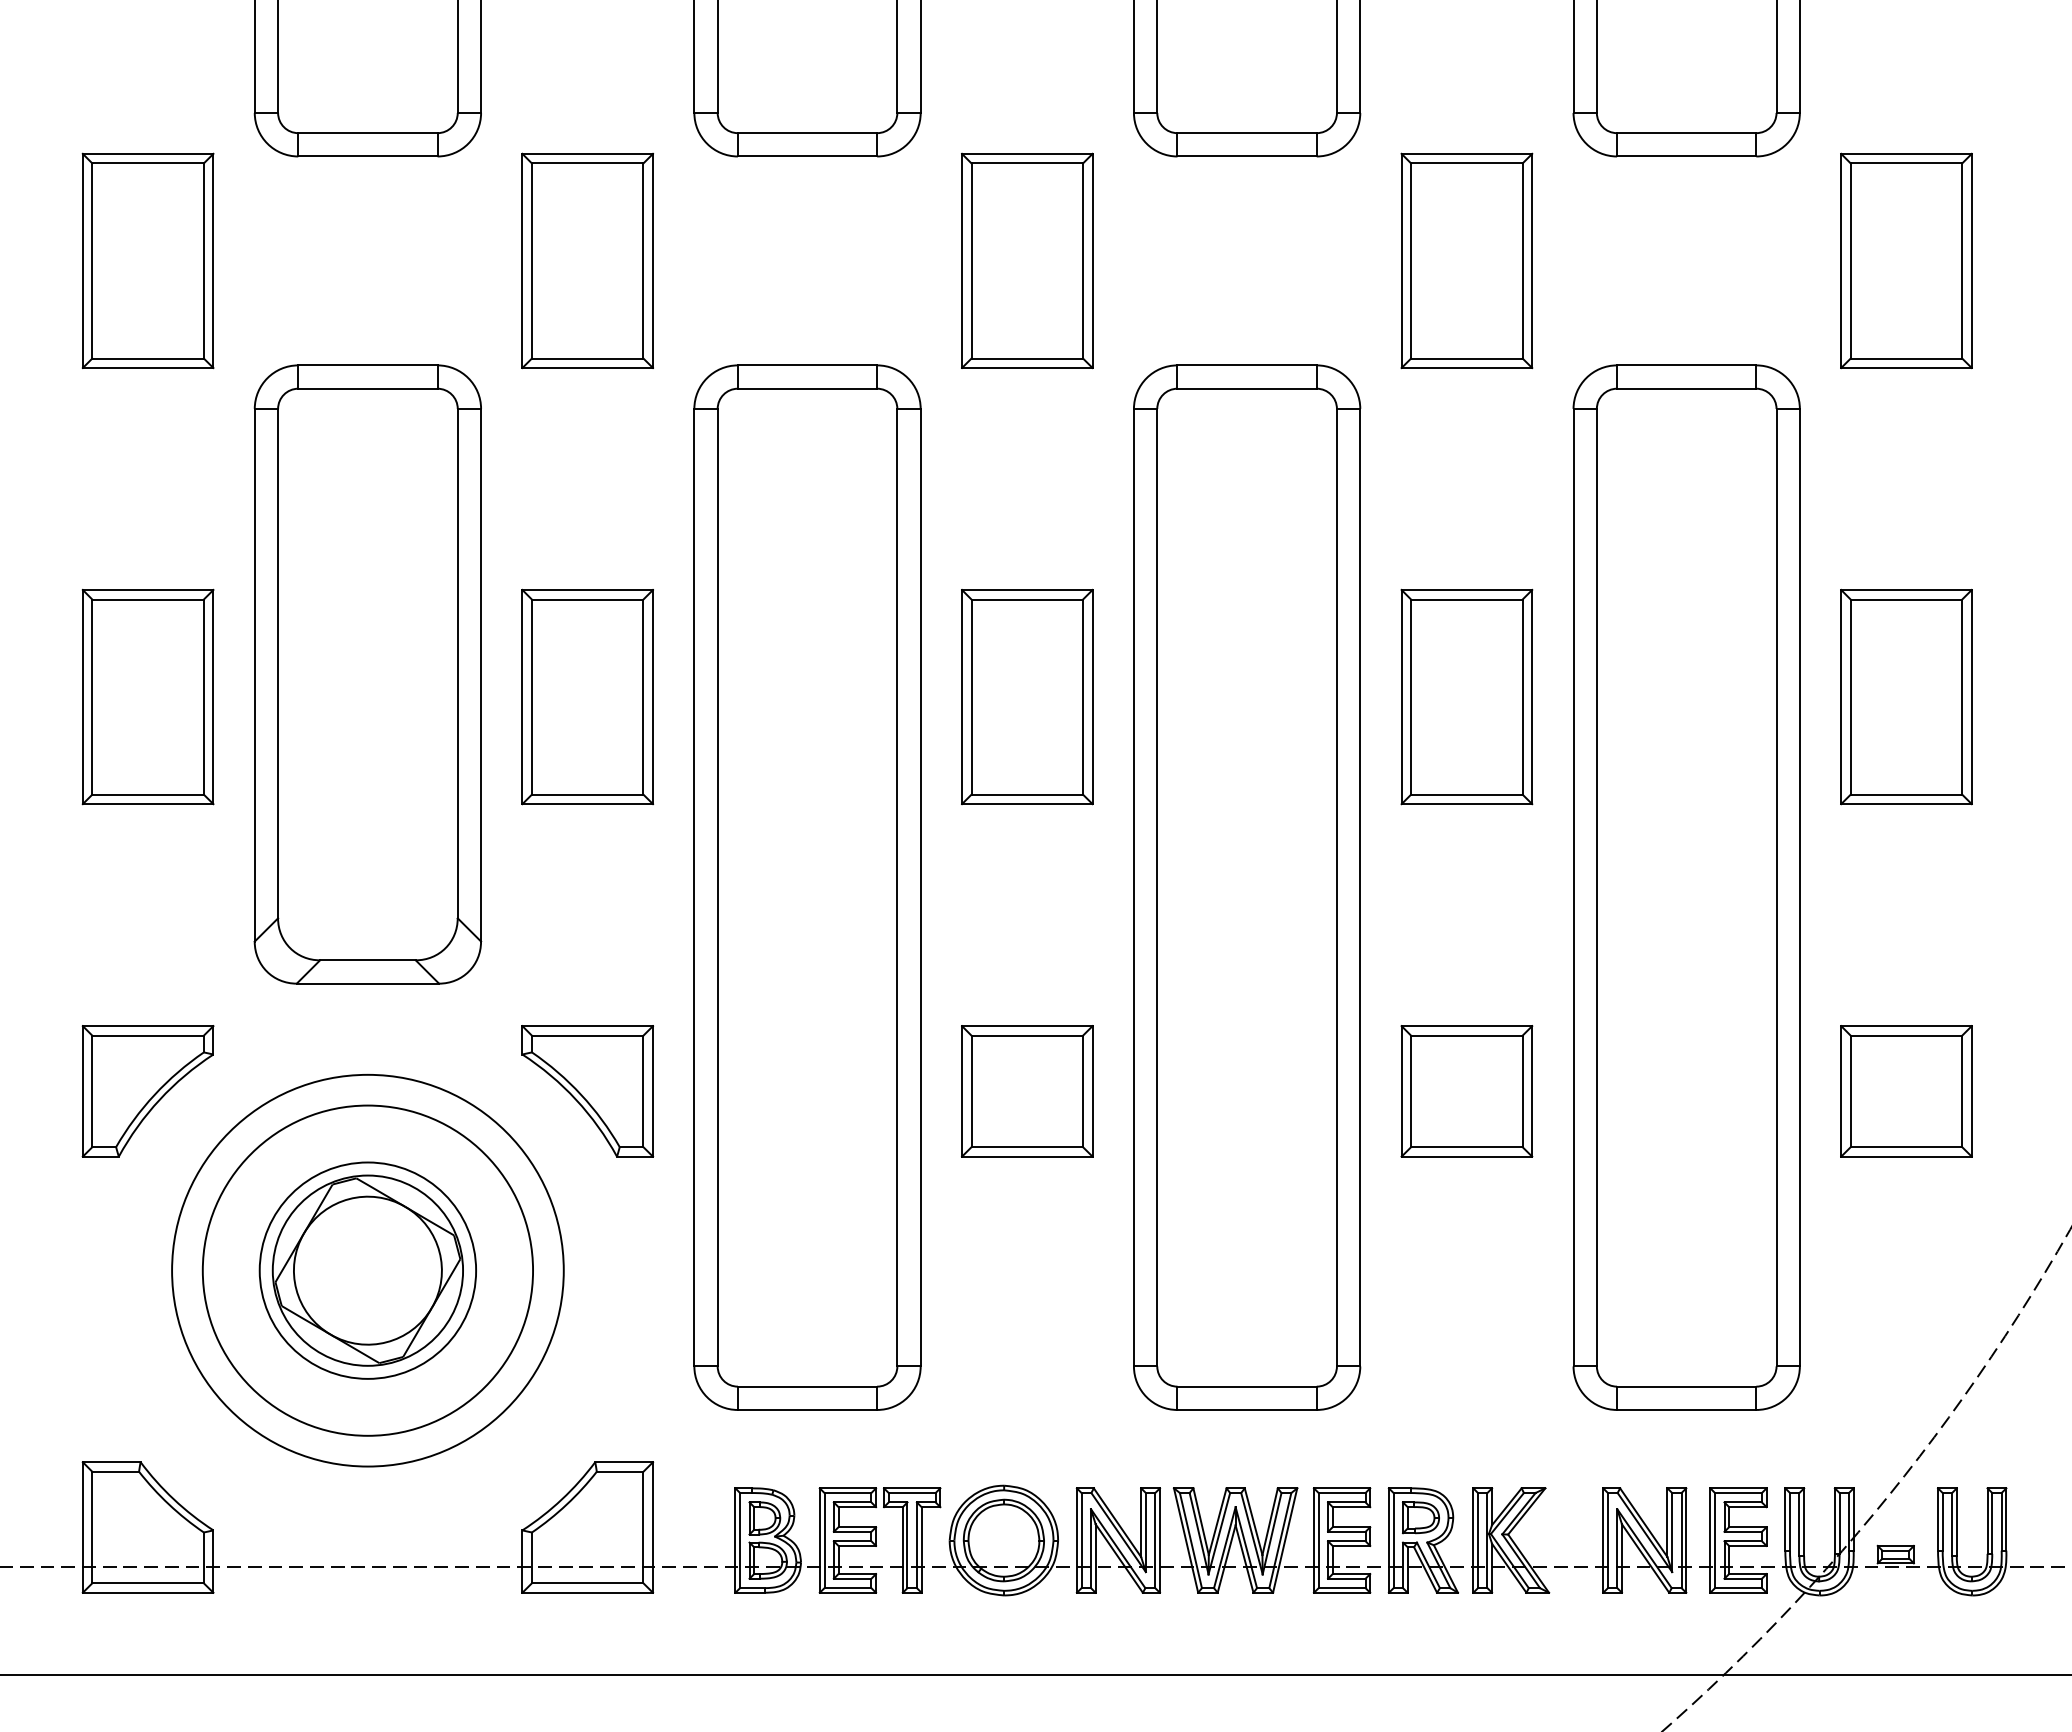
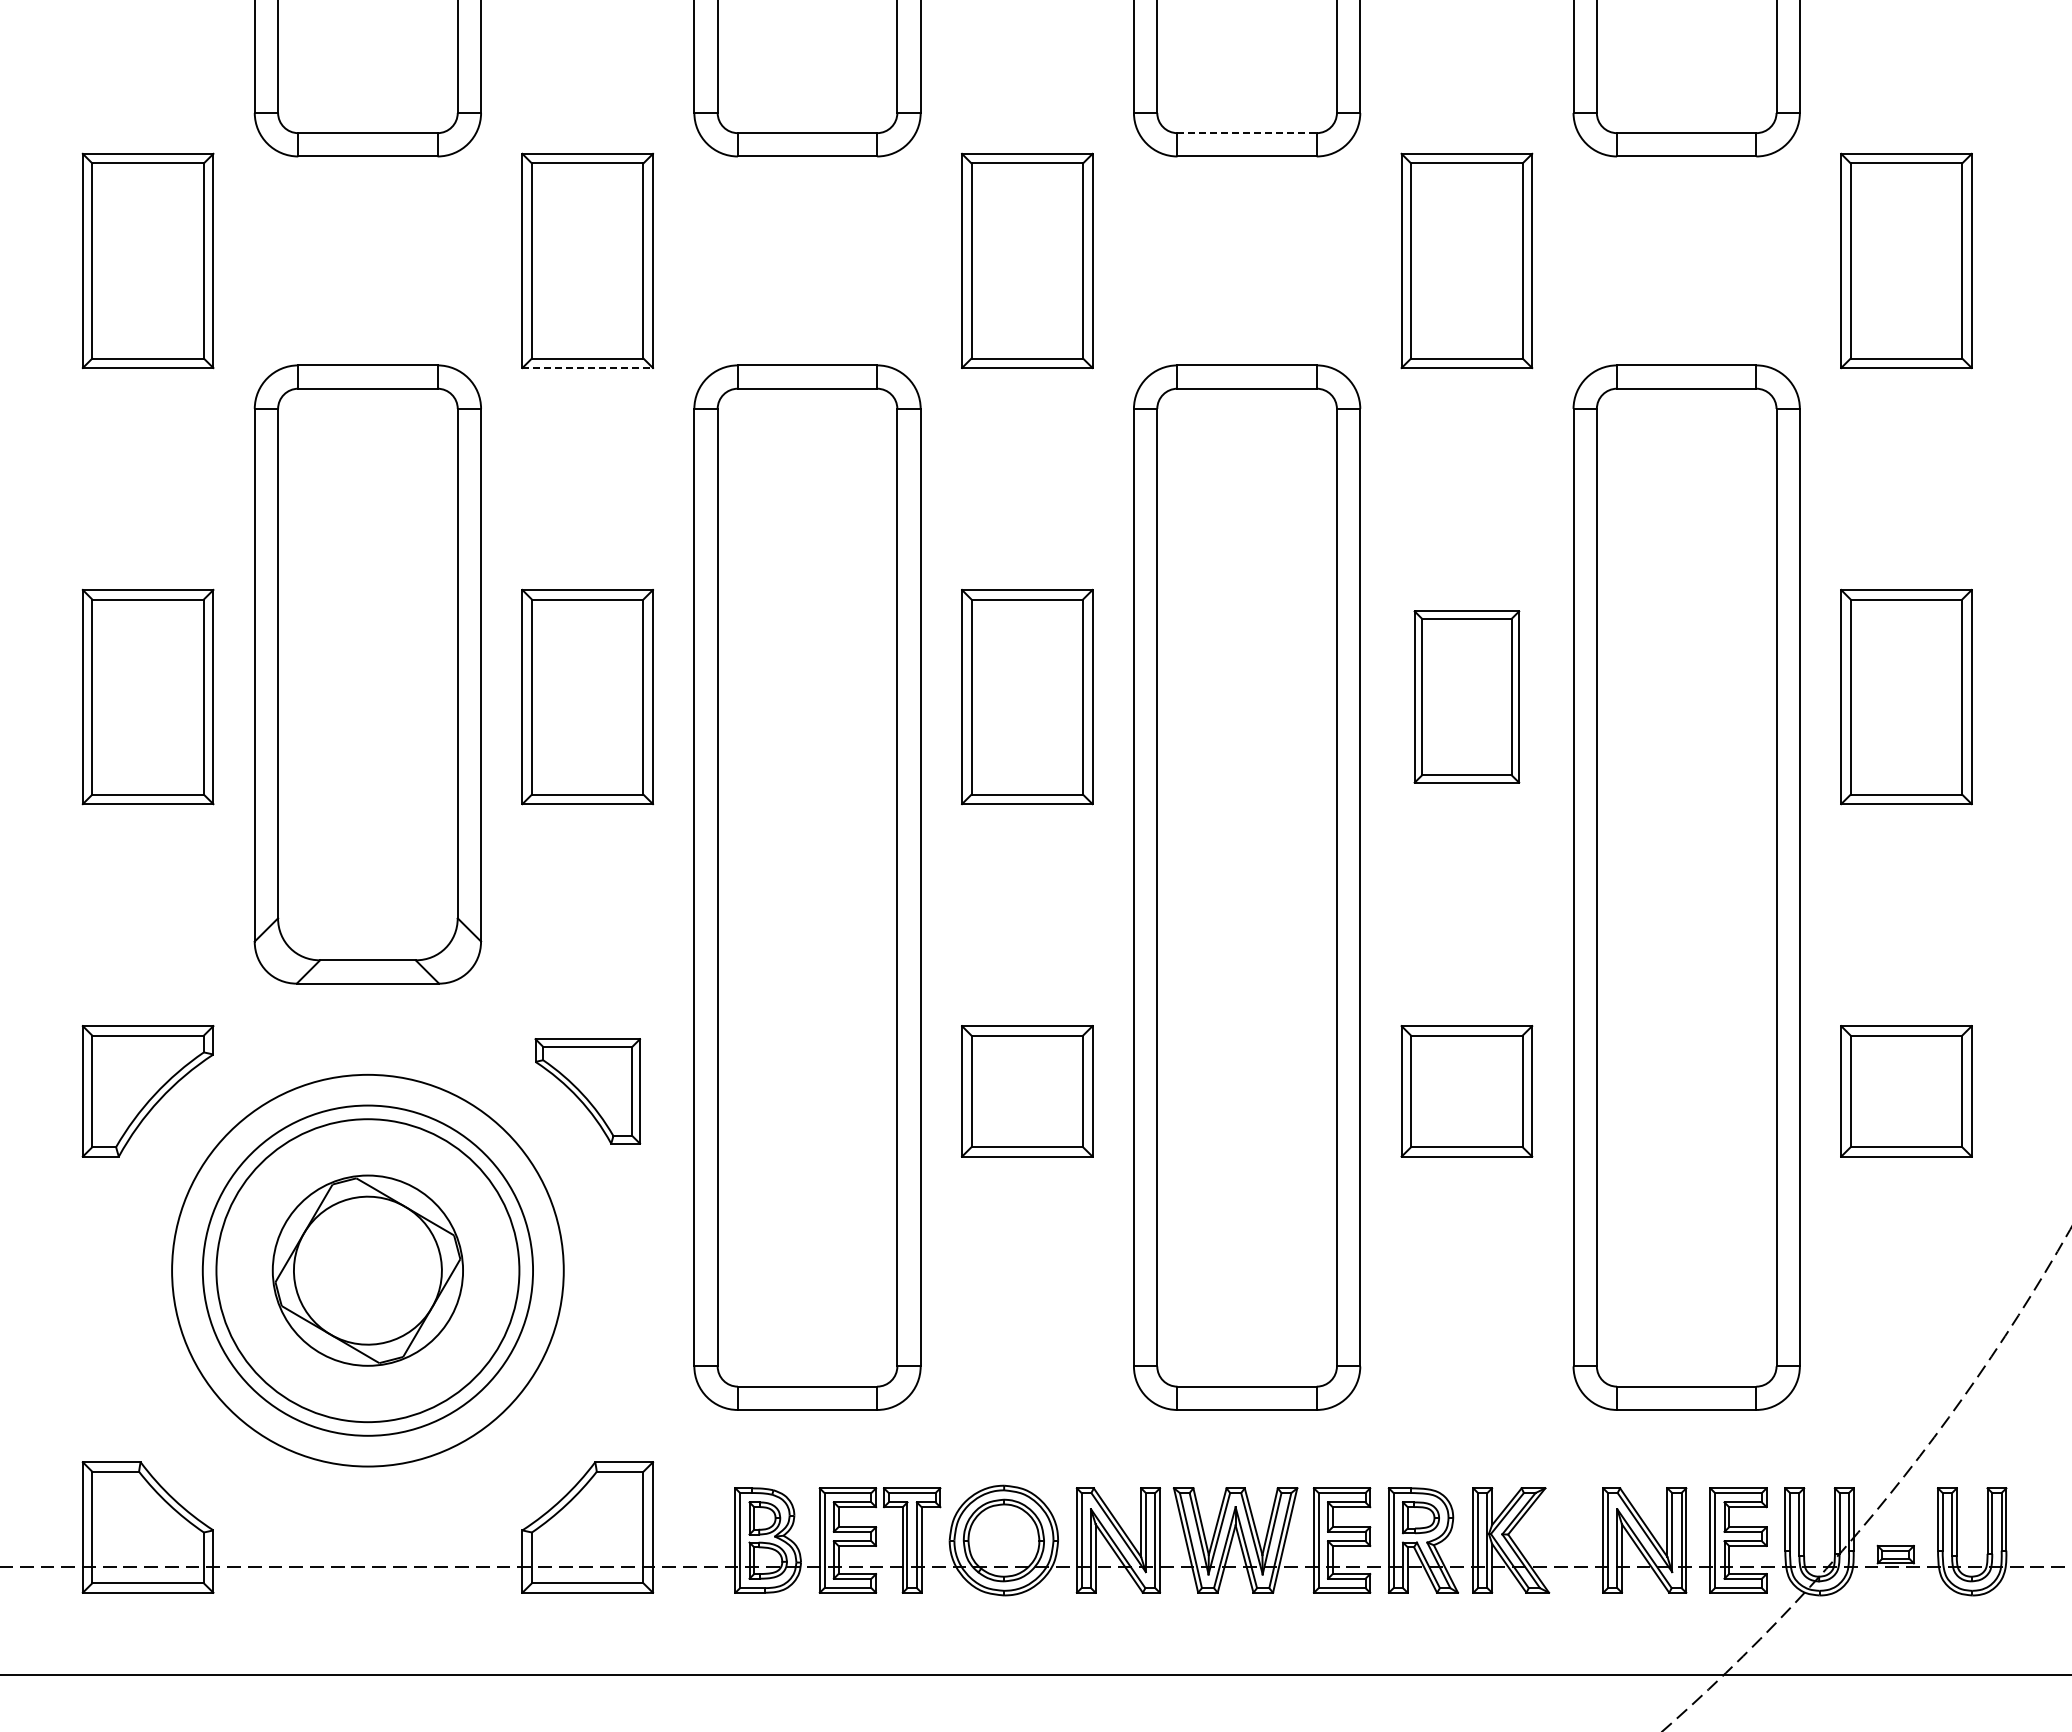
line at (1247, 133): solid -> dashed
line at (588, 368): solid -> dashed
part at (1466, 696) size: 134x218 px -> 108x174 px
part at (587, 1091) size: 134x133 px -> 108x107 px
circle at (367, 1270) diameter: 216 px -> 303 px
